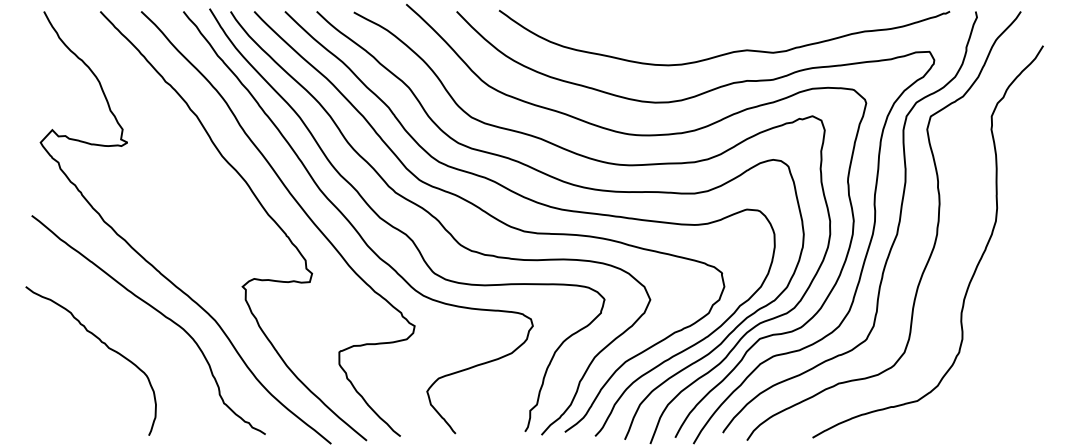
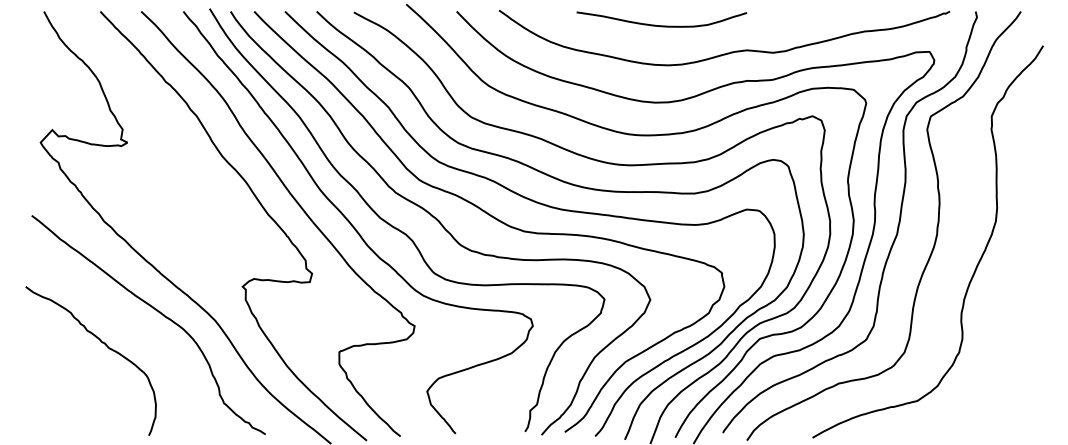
curve at (661, 25): none -> present
